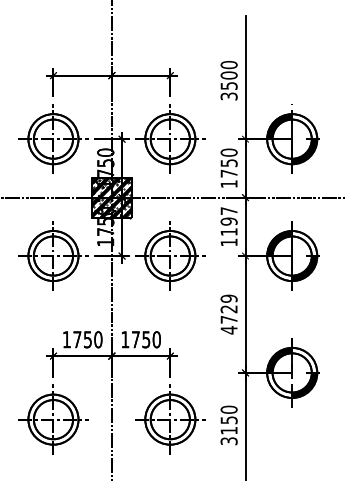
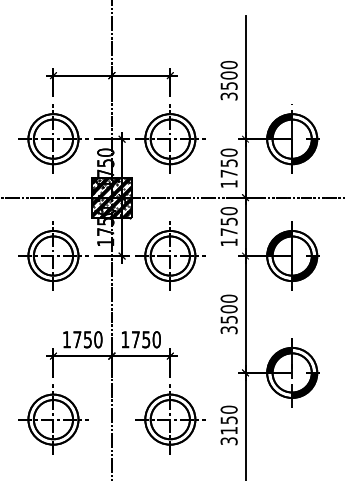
text at (228, 221): 1197 -> 1750
text at (228, 314): 4729 -> 3500
